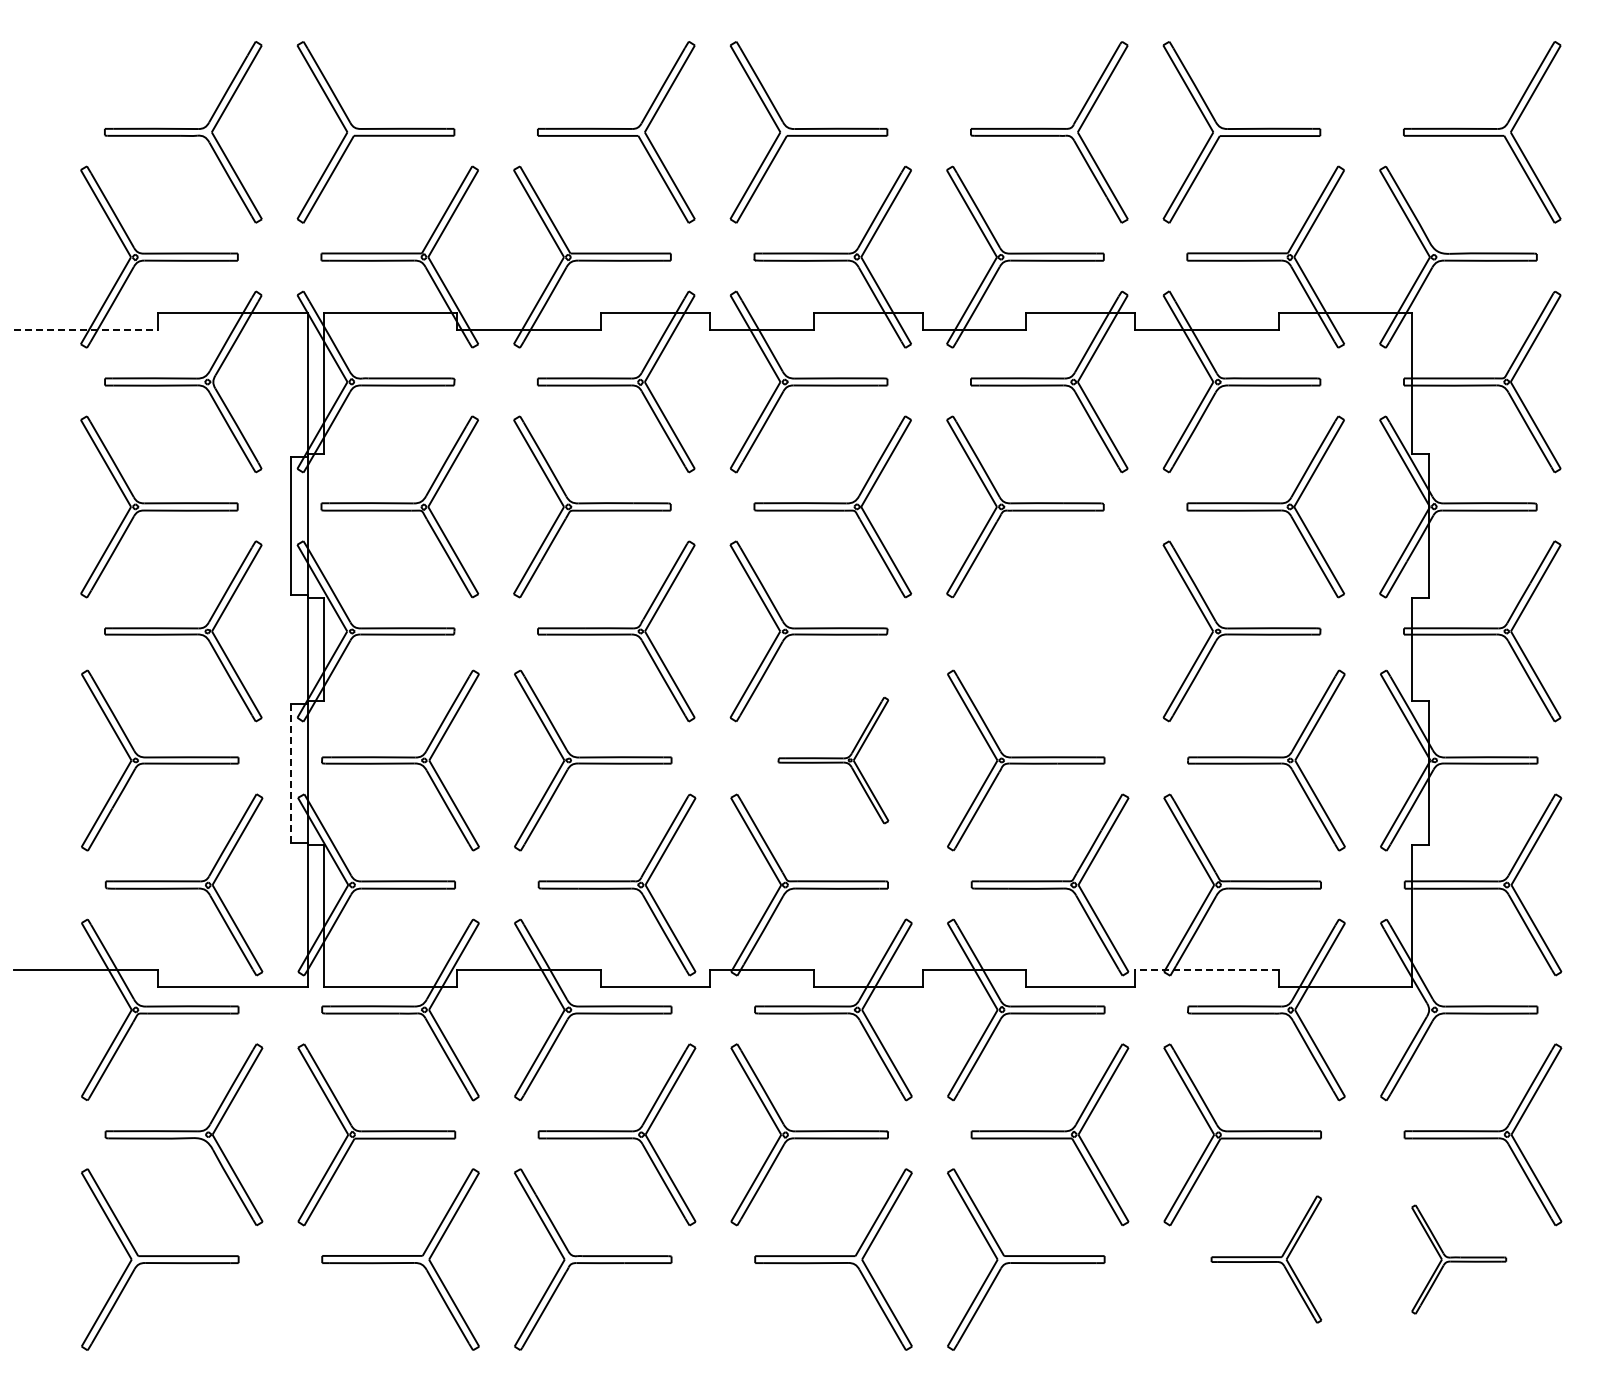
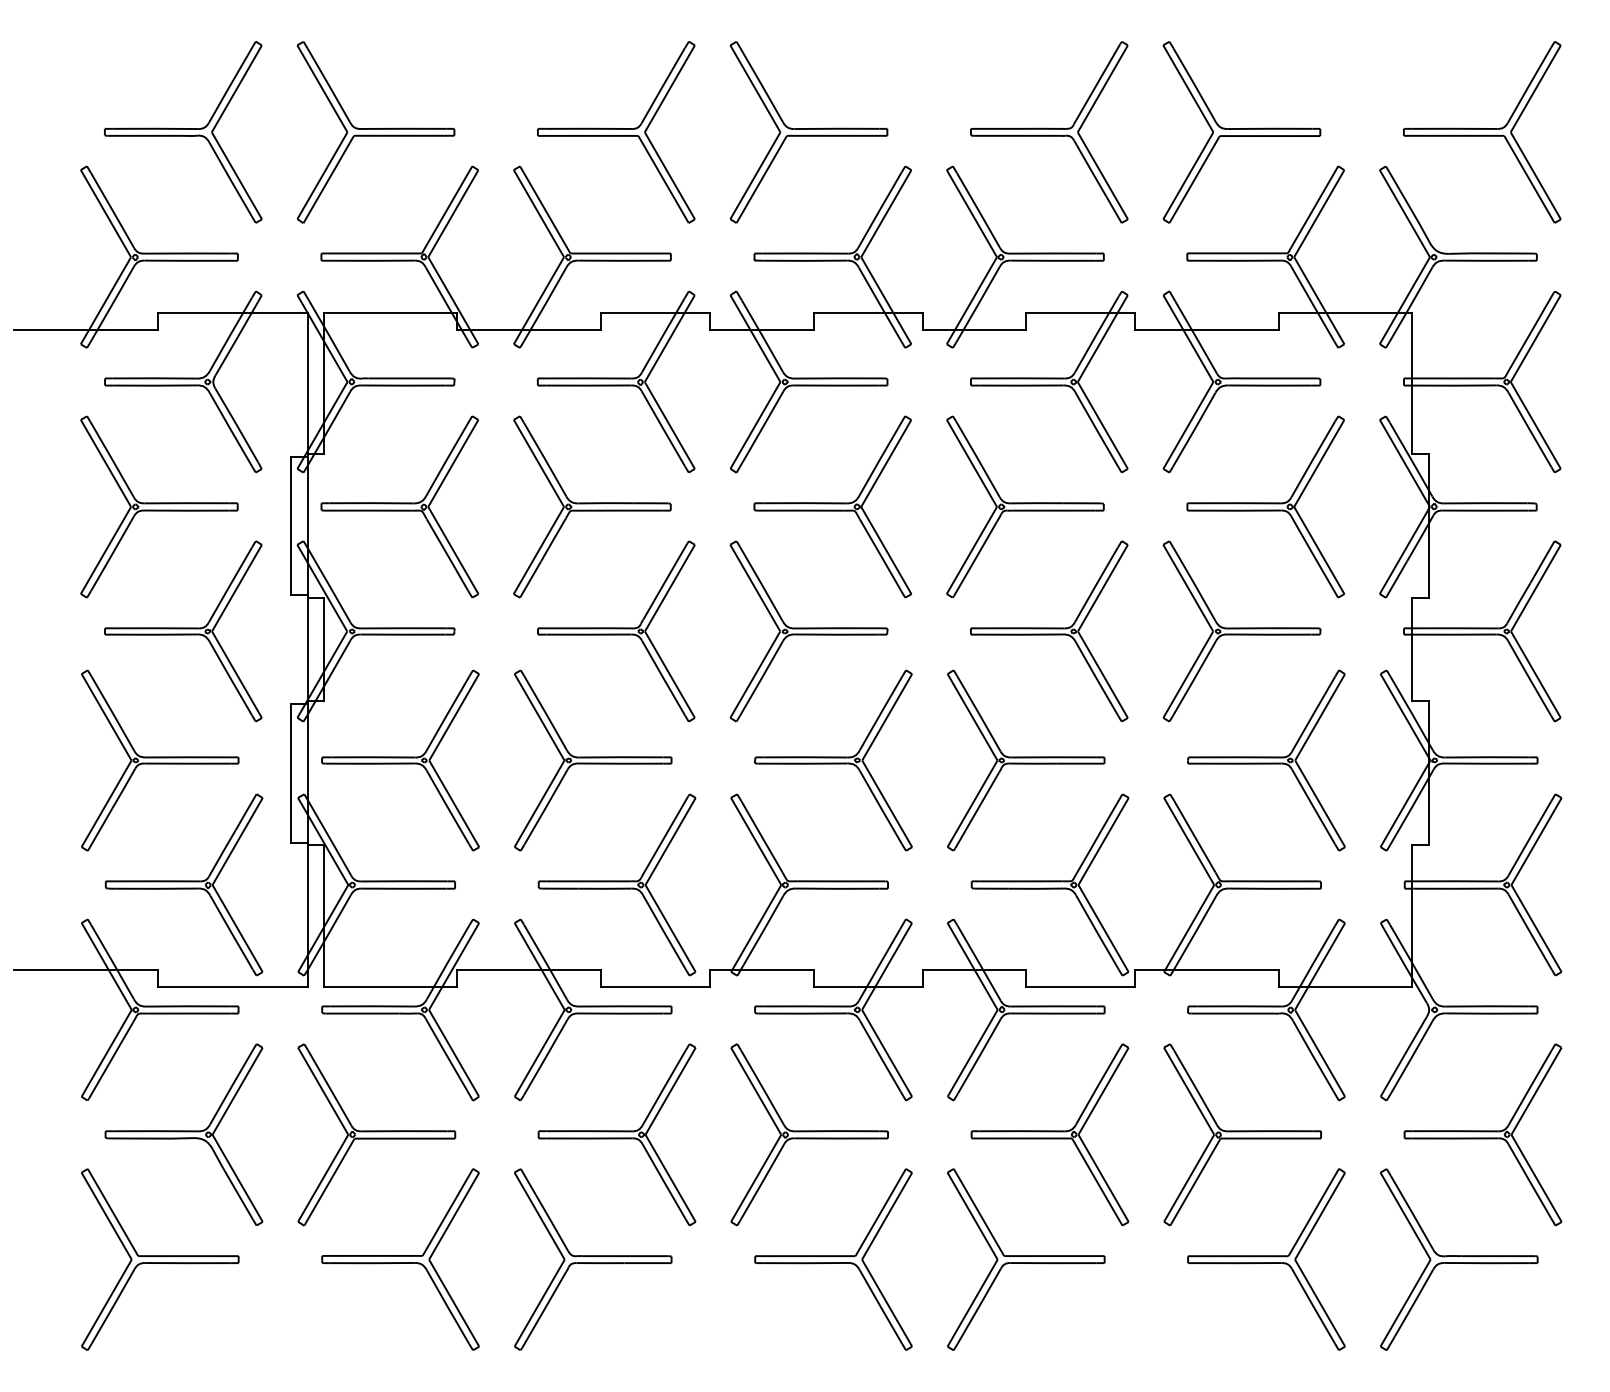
line at (86, 329): dashed -> solid
part at (1049, 631): none -> present
part at (833, 760) size: 113x129 px -> 159x183 px
line at (290, 773): dashed -> solid
line at (1206, 969): dashed -> solid
part at (1266, 1259) size: 113x129 px -> 159x183 px
part at (1459, 1259) size: 97x111 px -> 160x183 px
